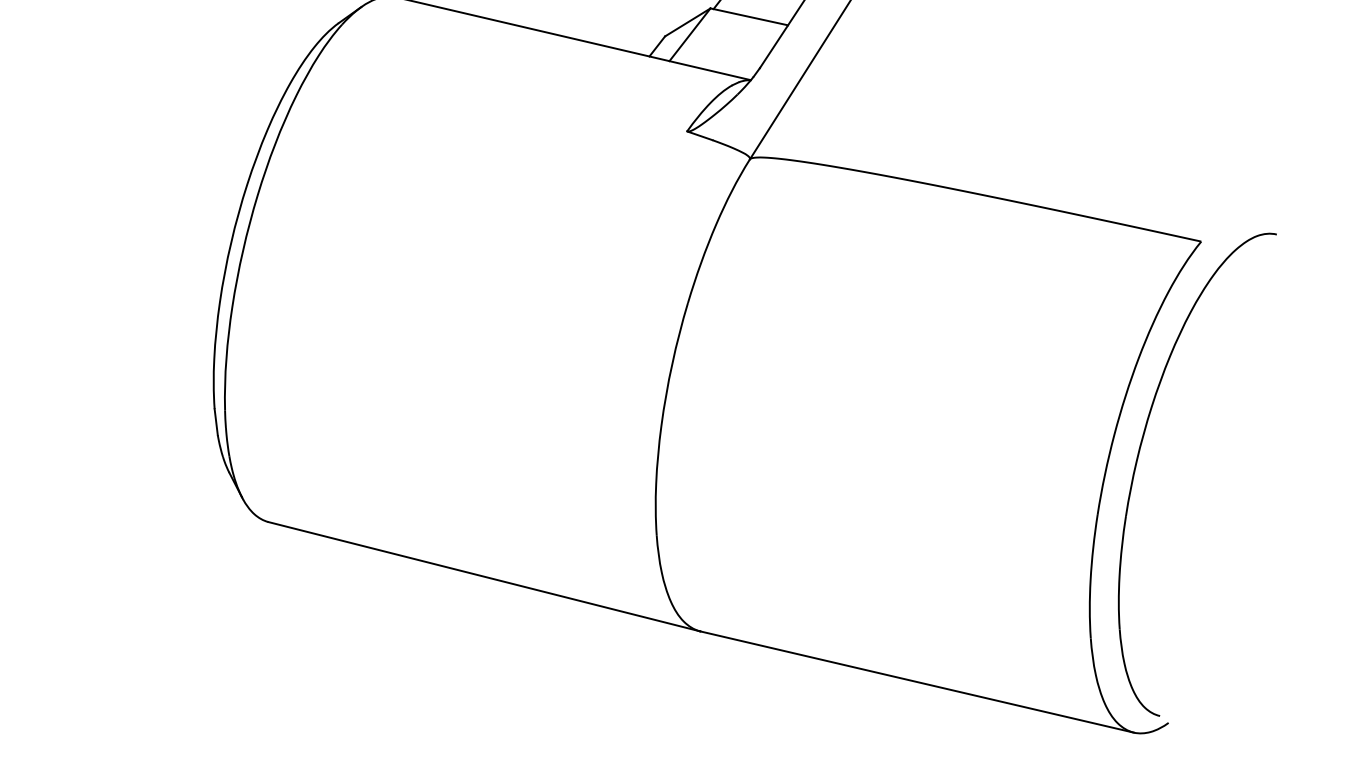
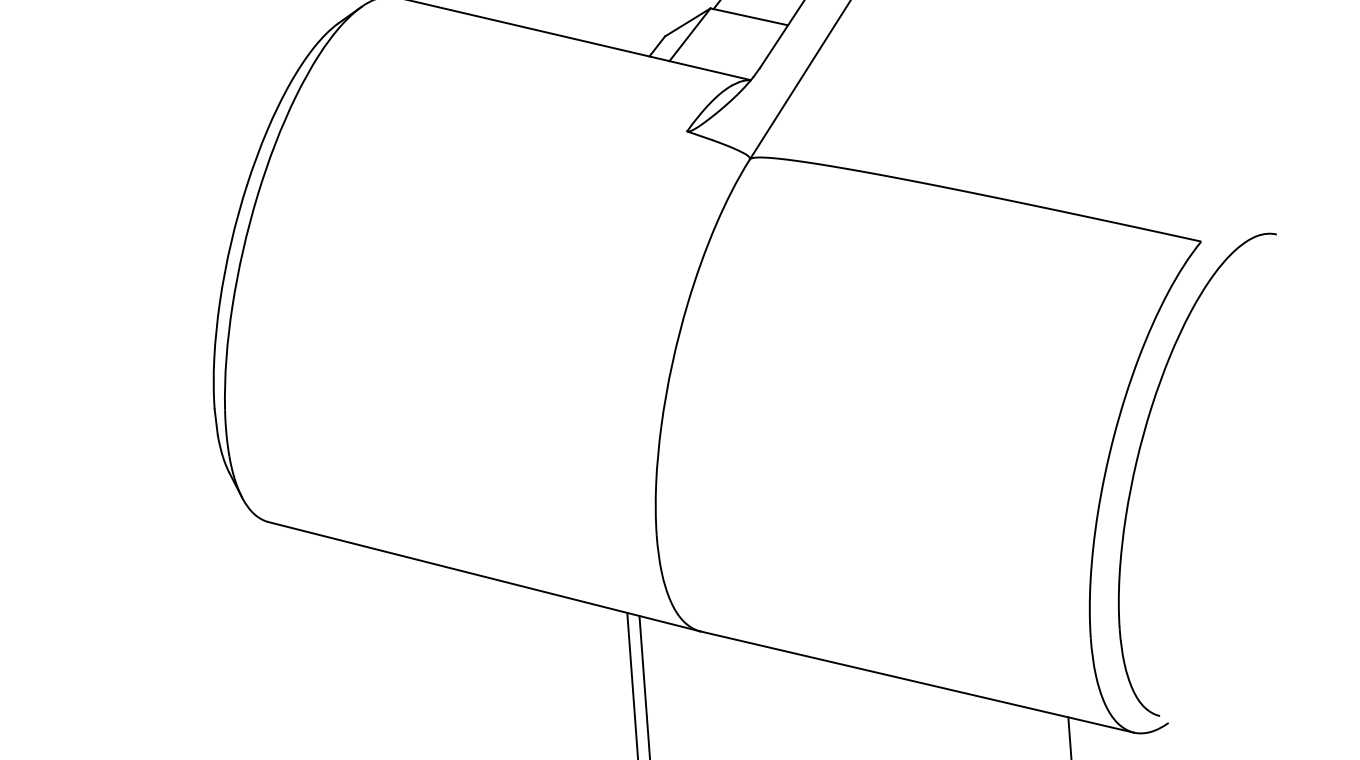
line at (632, 684): none -> present
line at (644, 685): none -> present
line at (1069, 736): none -> present
